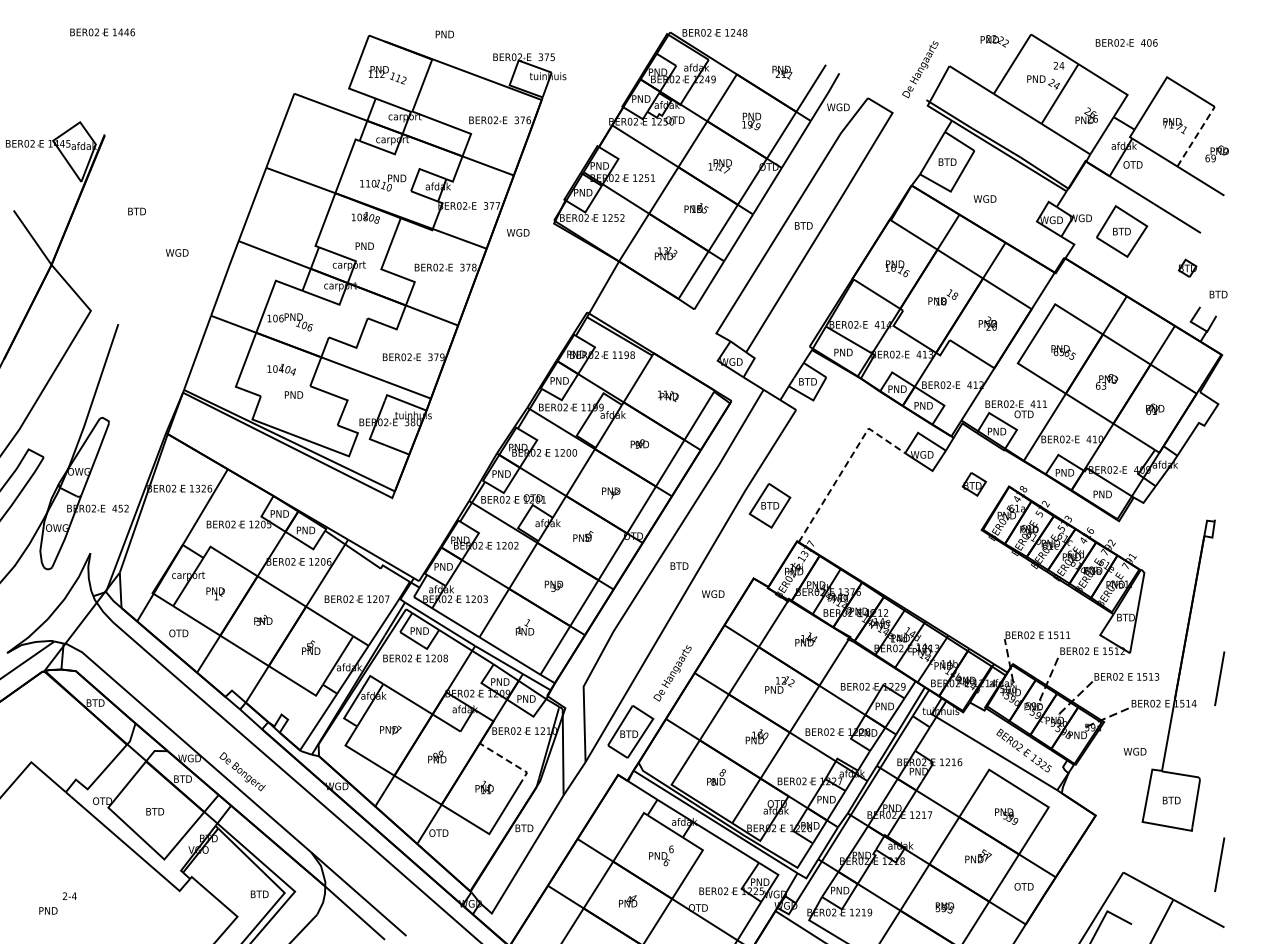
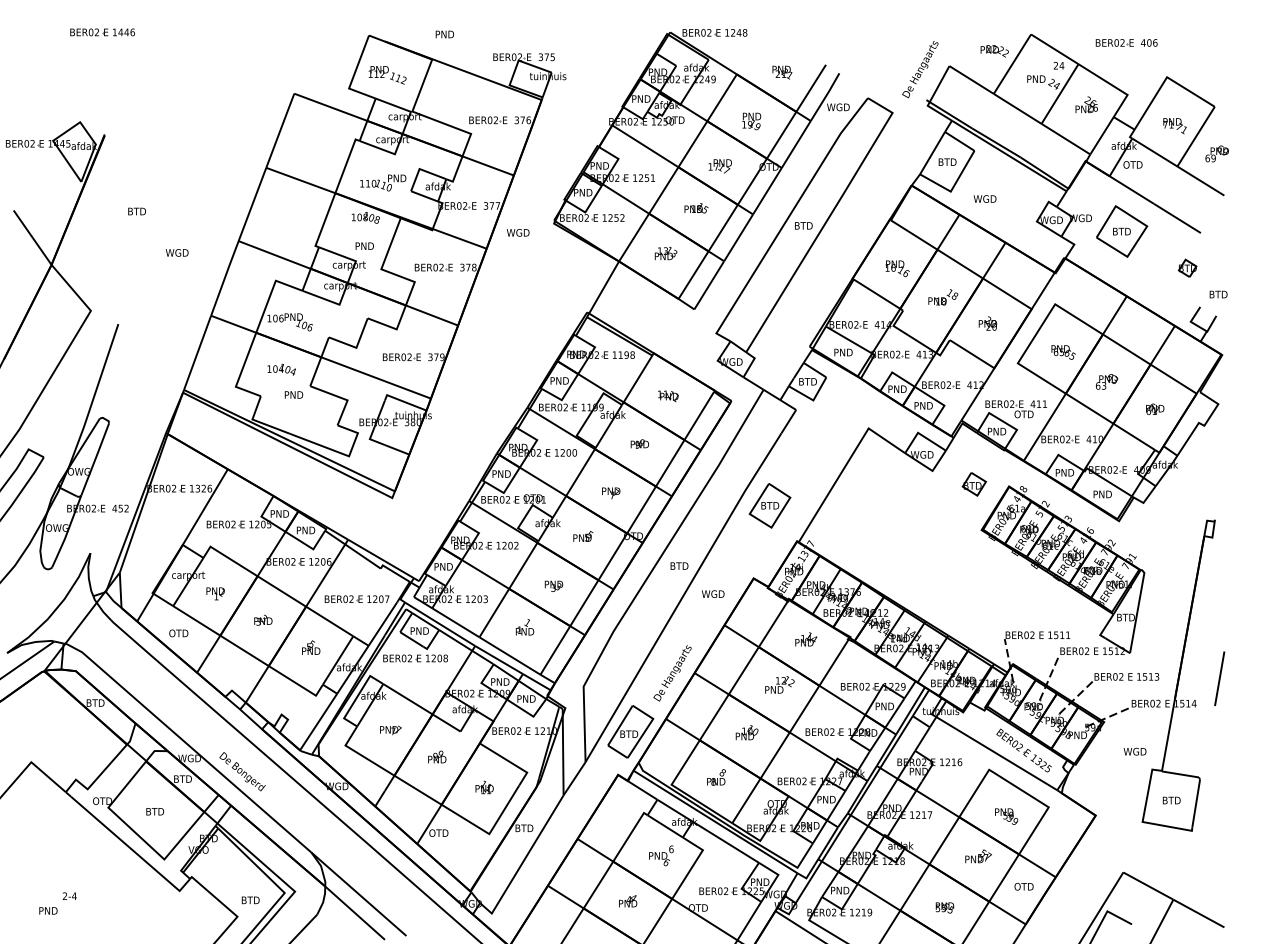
text at (994, 41) position: (994, 41) -> (994, 51)
text at (1086, 115) position: (1086, 115) -> (1086, 104)
line at (1196, 136): dashed -> solid
line at (845, 465): dashed -> solid
text at (756, 736) position: (756, 736) -> (746, 732)
line at (510, 762): dashed -> solid
line at (1219, 864): present -> none
text at (259, 894) position: (259, 894) -> (250, 900)
